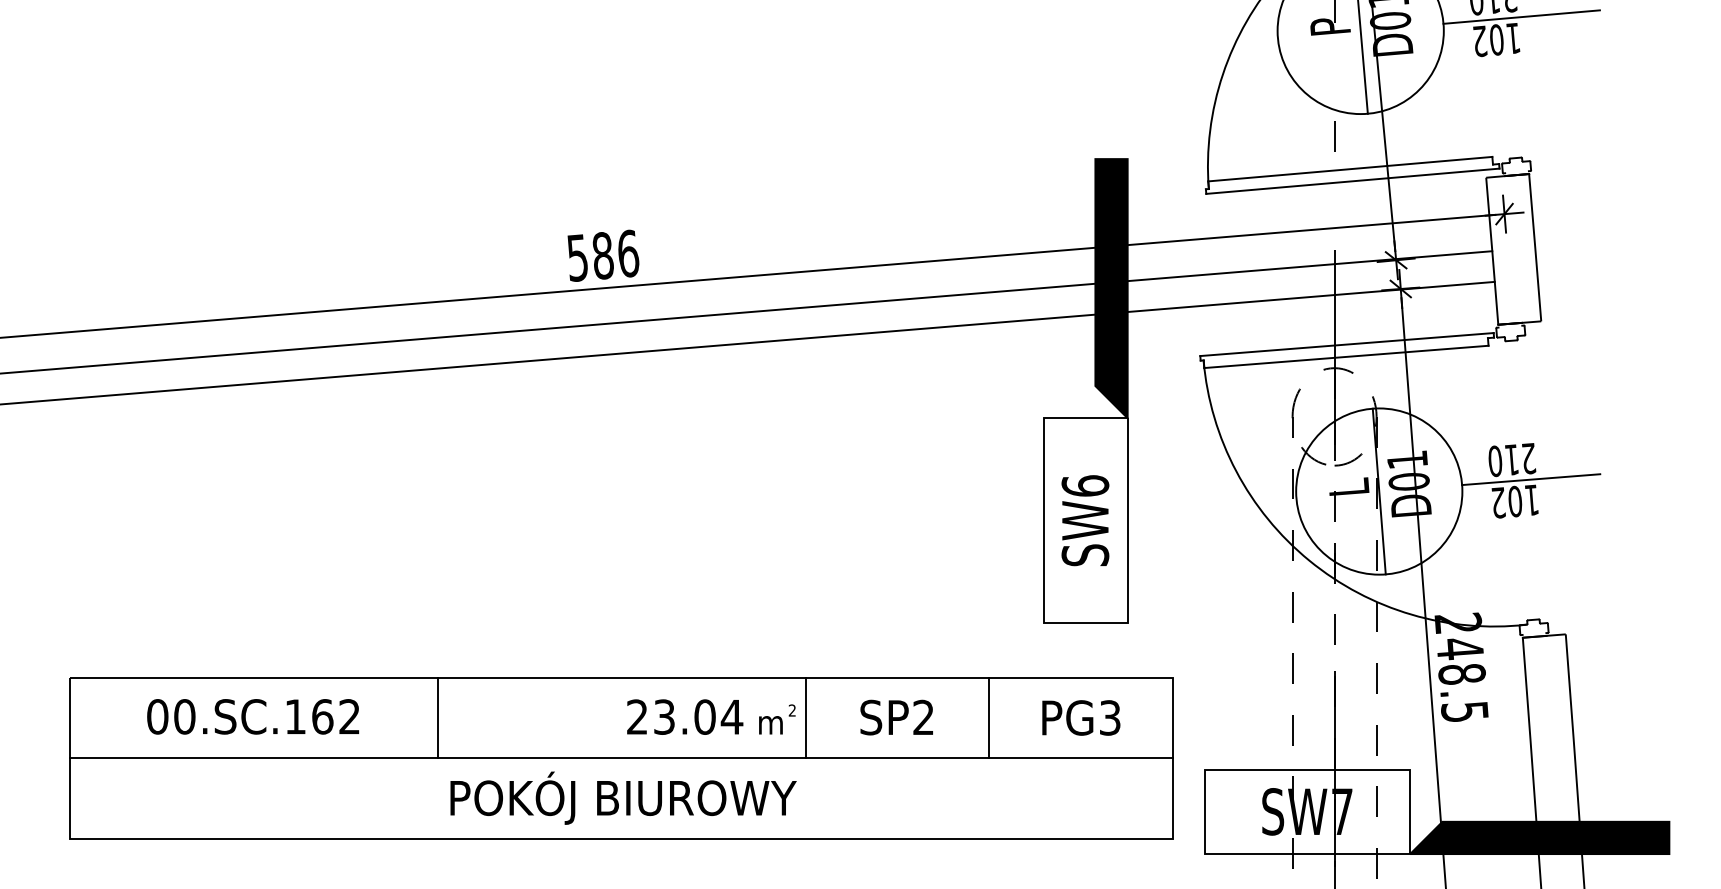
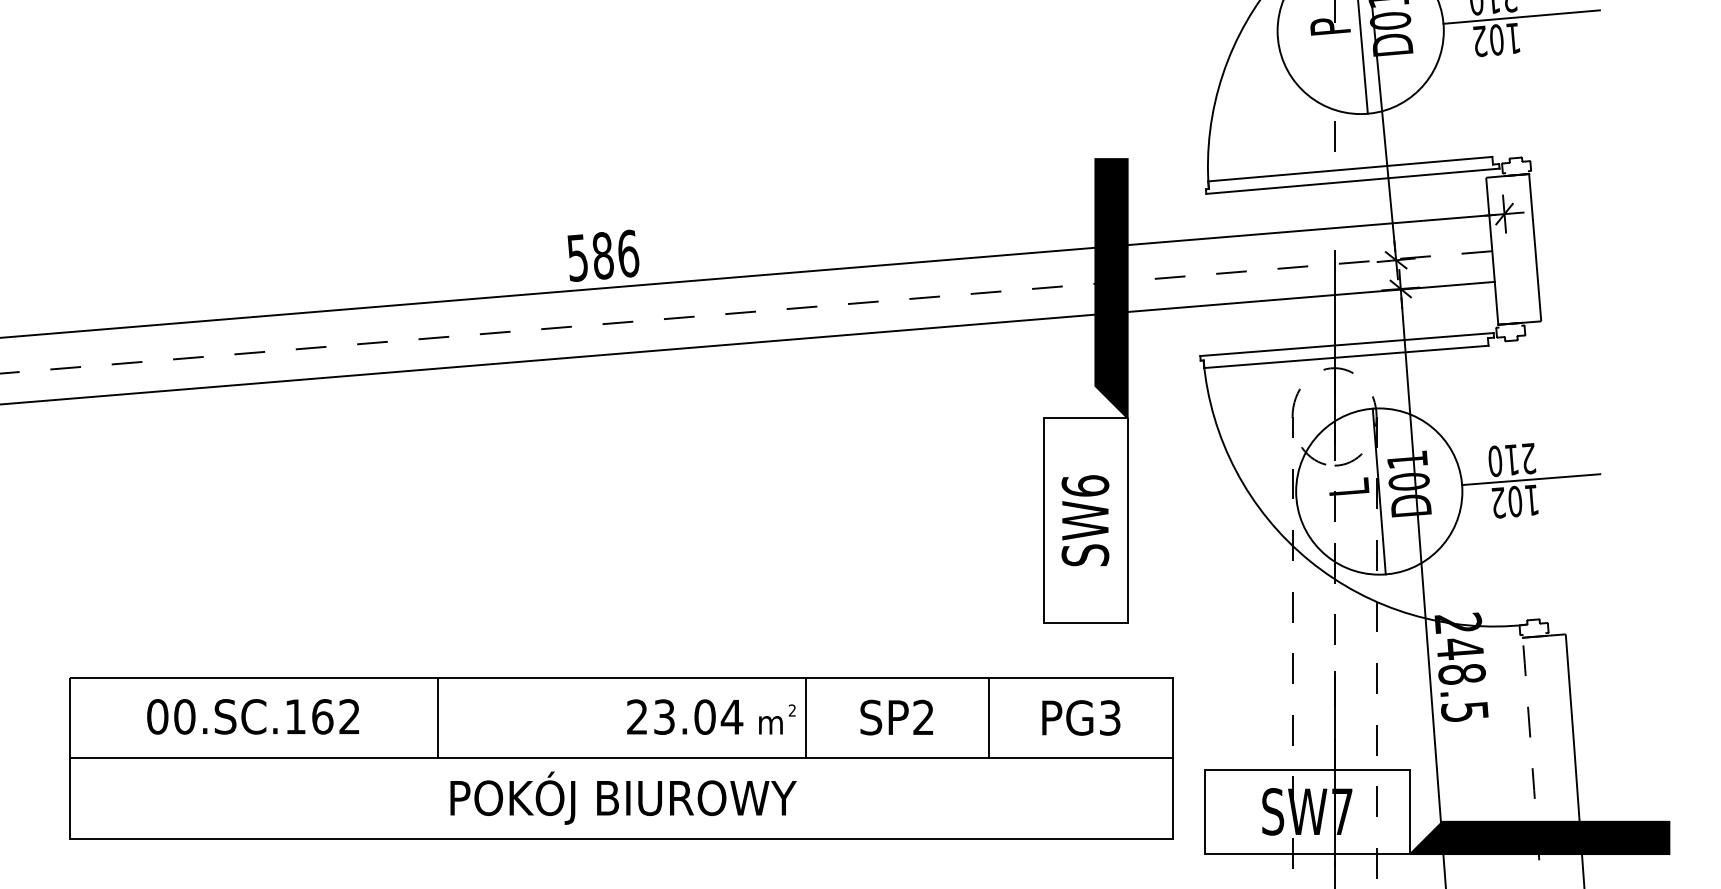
line at (746, 312): solid -> dashed
line at (1532, 763): solid -> dashed
